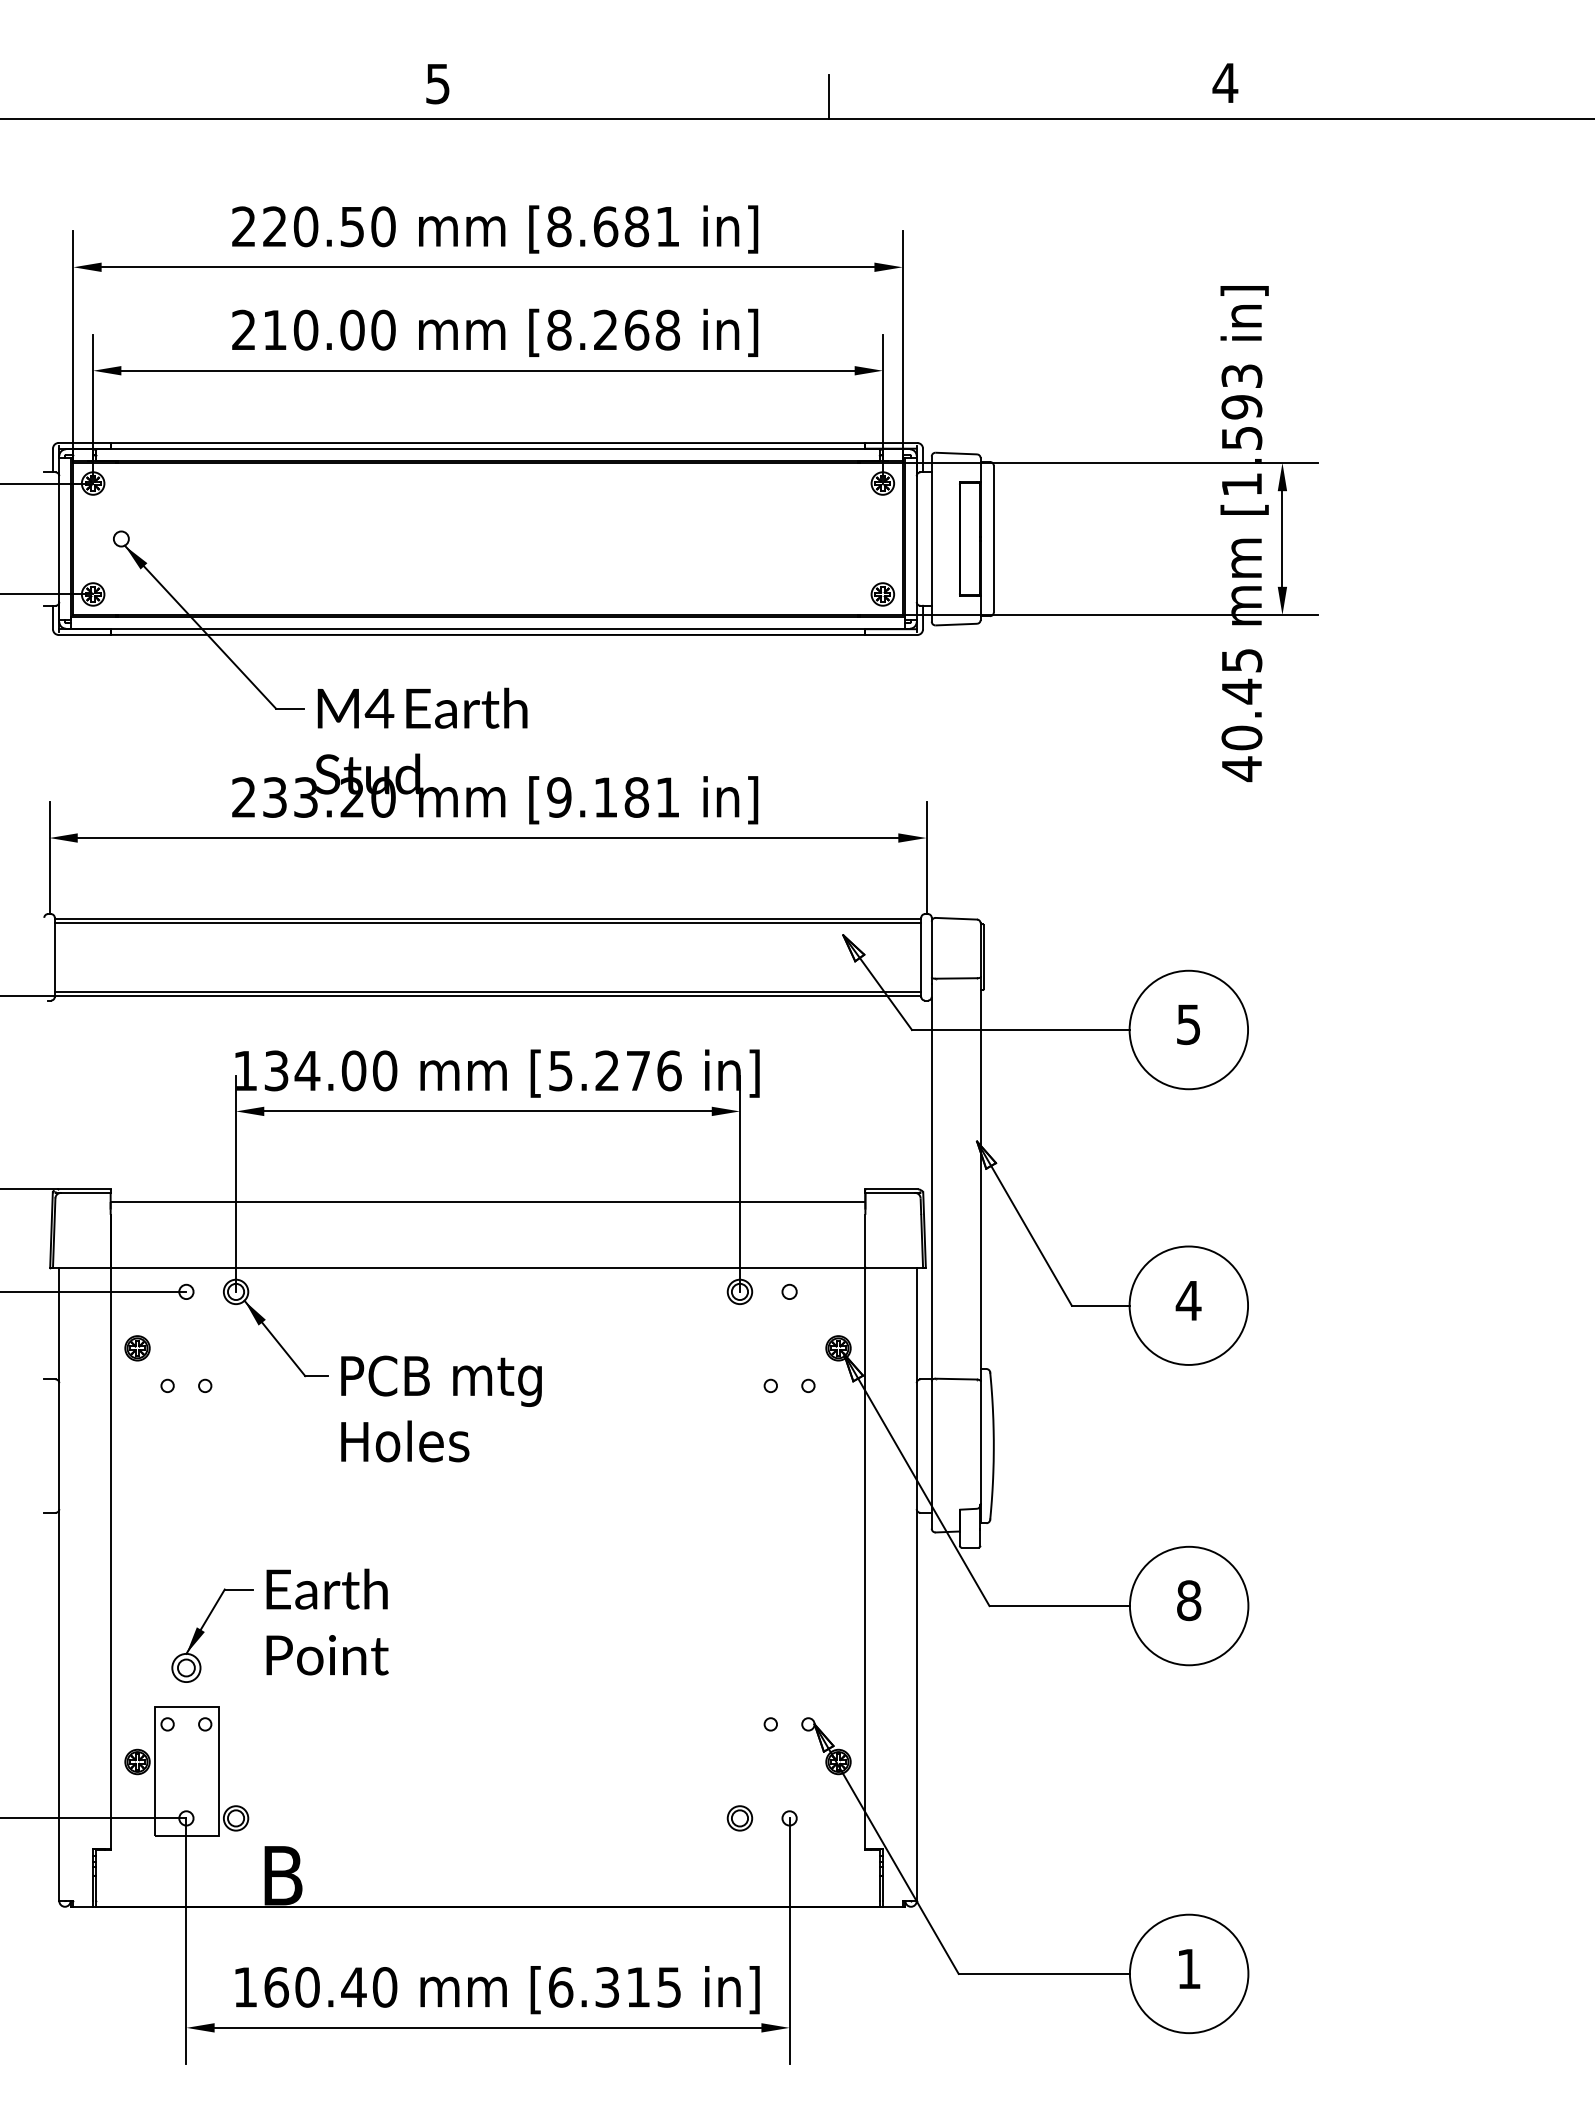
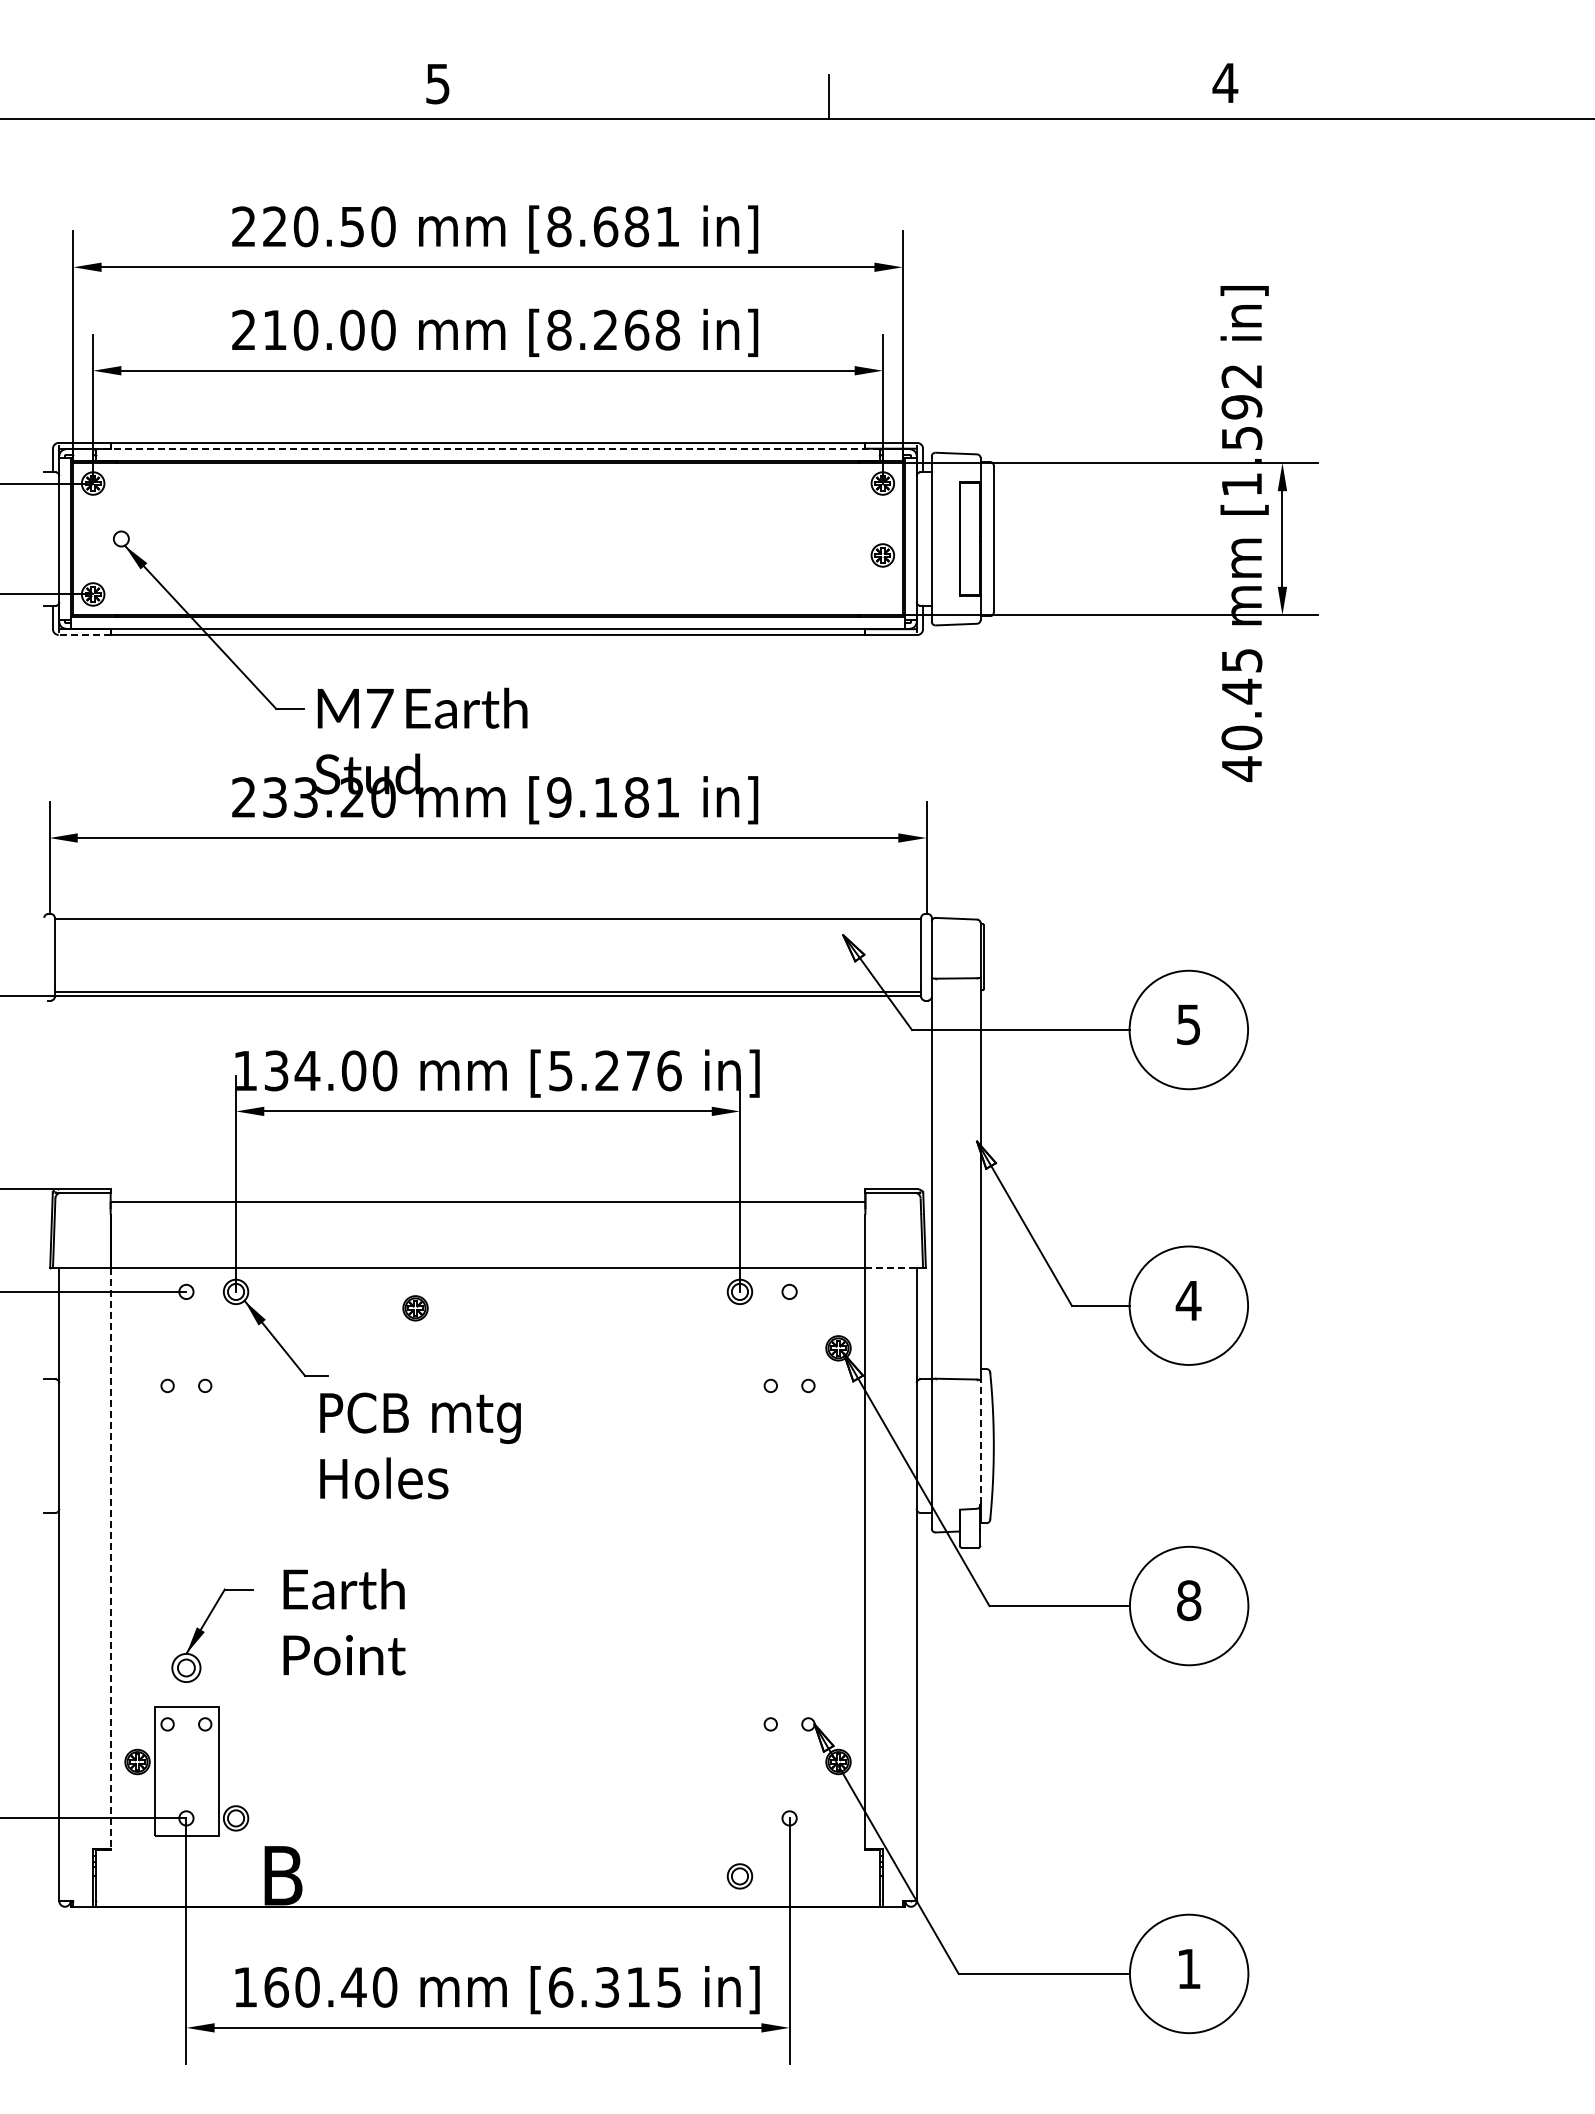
text at (1241, 376): [1.593 -> [1.592
line at (488, 449): solid -> dashed
part at (882, 594) position: (882, 594) -> (882, 555)
line at (84, 634): solid -> dashed
text at (379, 708): M4 -> M7
line at (487, 922): present -> none
line at (891, 1267): solid -> dashed
part at (137, 1348) position: (137, 1348) -> (415, 1308)
text at (441, 1408) position: (441, 1408) -> (420, 1445)
line at (980, 1442): solid -> dashed
line at (111, 1559): solid -> dashed
text at (327, 1621) position: (327, 1621) -> (344, 1621)
part at (739, 1818) position: (739, 1818) -> (739, 1876)
